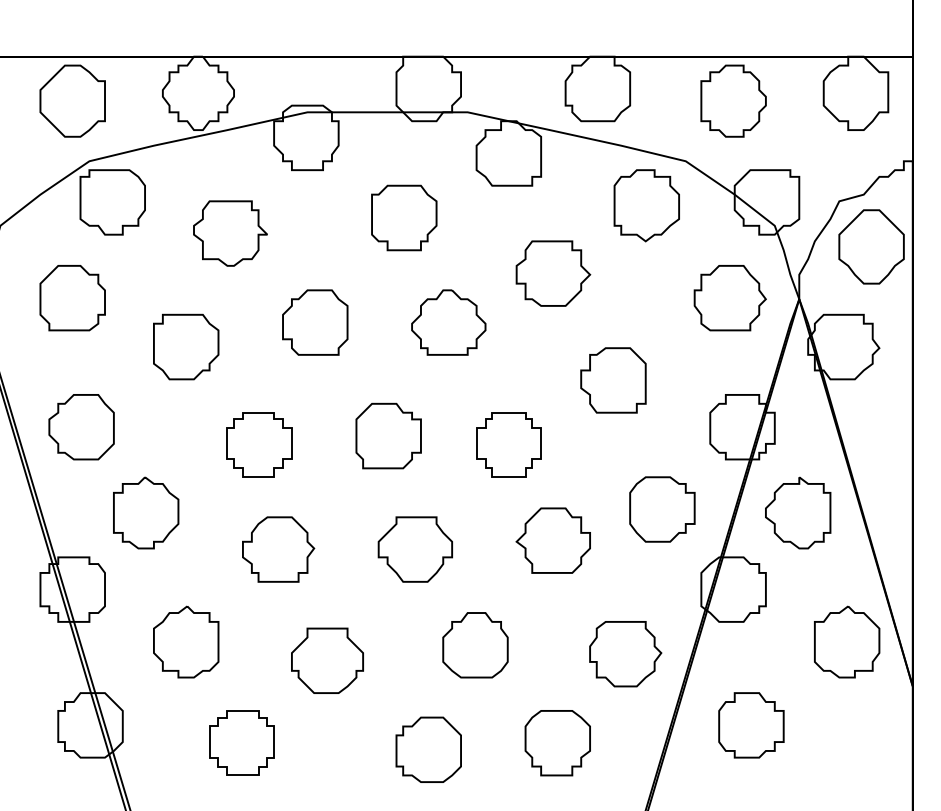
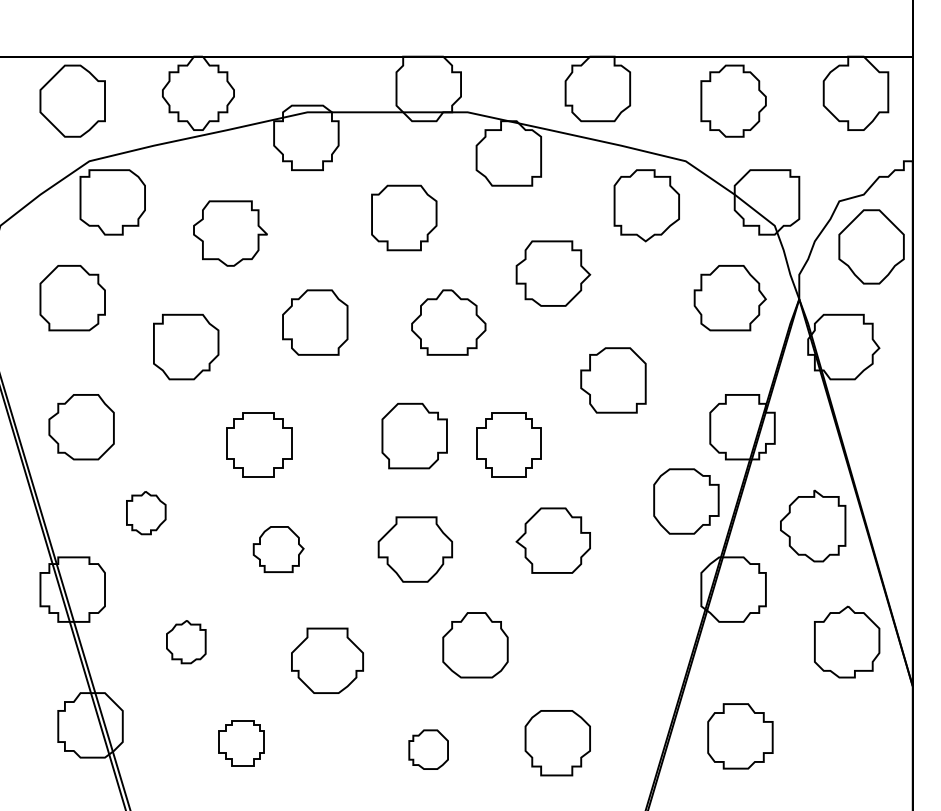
part at (388, 435) position: (388, 435) -> (414, 435)
part at (662, 509) position: (662, 509) -> (686, 501)
part at (146, 512) size: 67x74 px -> 41x45 px
part at (798, 512) position: (798, 512) -> (813, 525)
part at (278, 549) size: 74x67 px -> 53x47 px
part at (186, 641) size: 67x74 px -> 41x45 px
part at (625, 654): present -> none
part at (751, 725) position: (751, 725) -> (740, 736)
part at (241, 742) size: 66x66 px -> 47x47 px
part at (428, 749) size: 67x67 px -> 41x41 px
